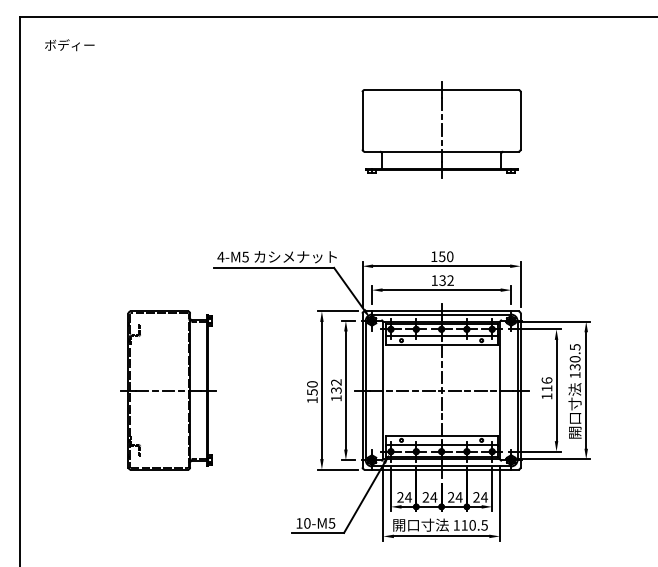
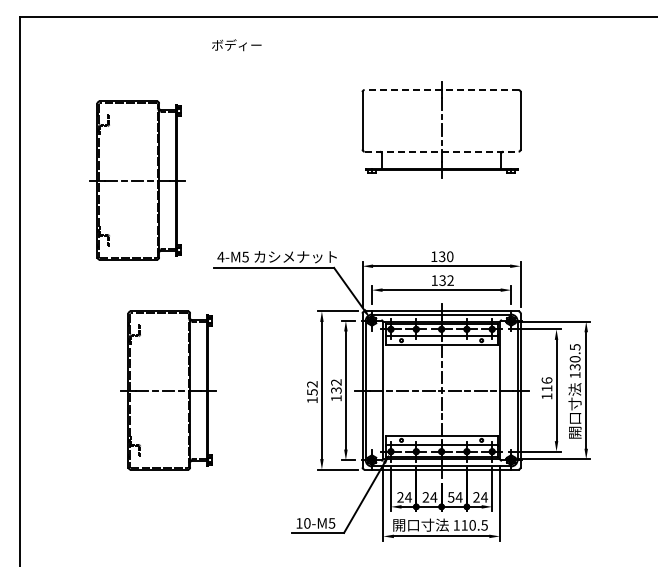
text at (69, 45) position: (69, 45) -> (236, 45)
line at (441, 90): solid -> dashed
line at (441, 151): solid -> dashed
part at (137, 180): none -> present
text at (442, 256): 150 -> 130
text at (312, 384): 150 -> 152
text at (450, 497): 24 -> 54
